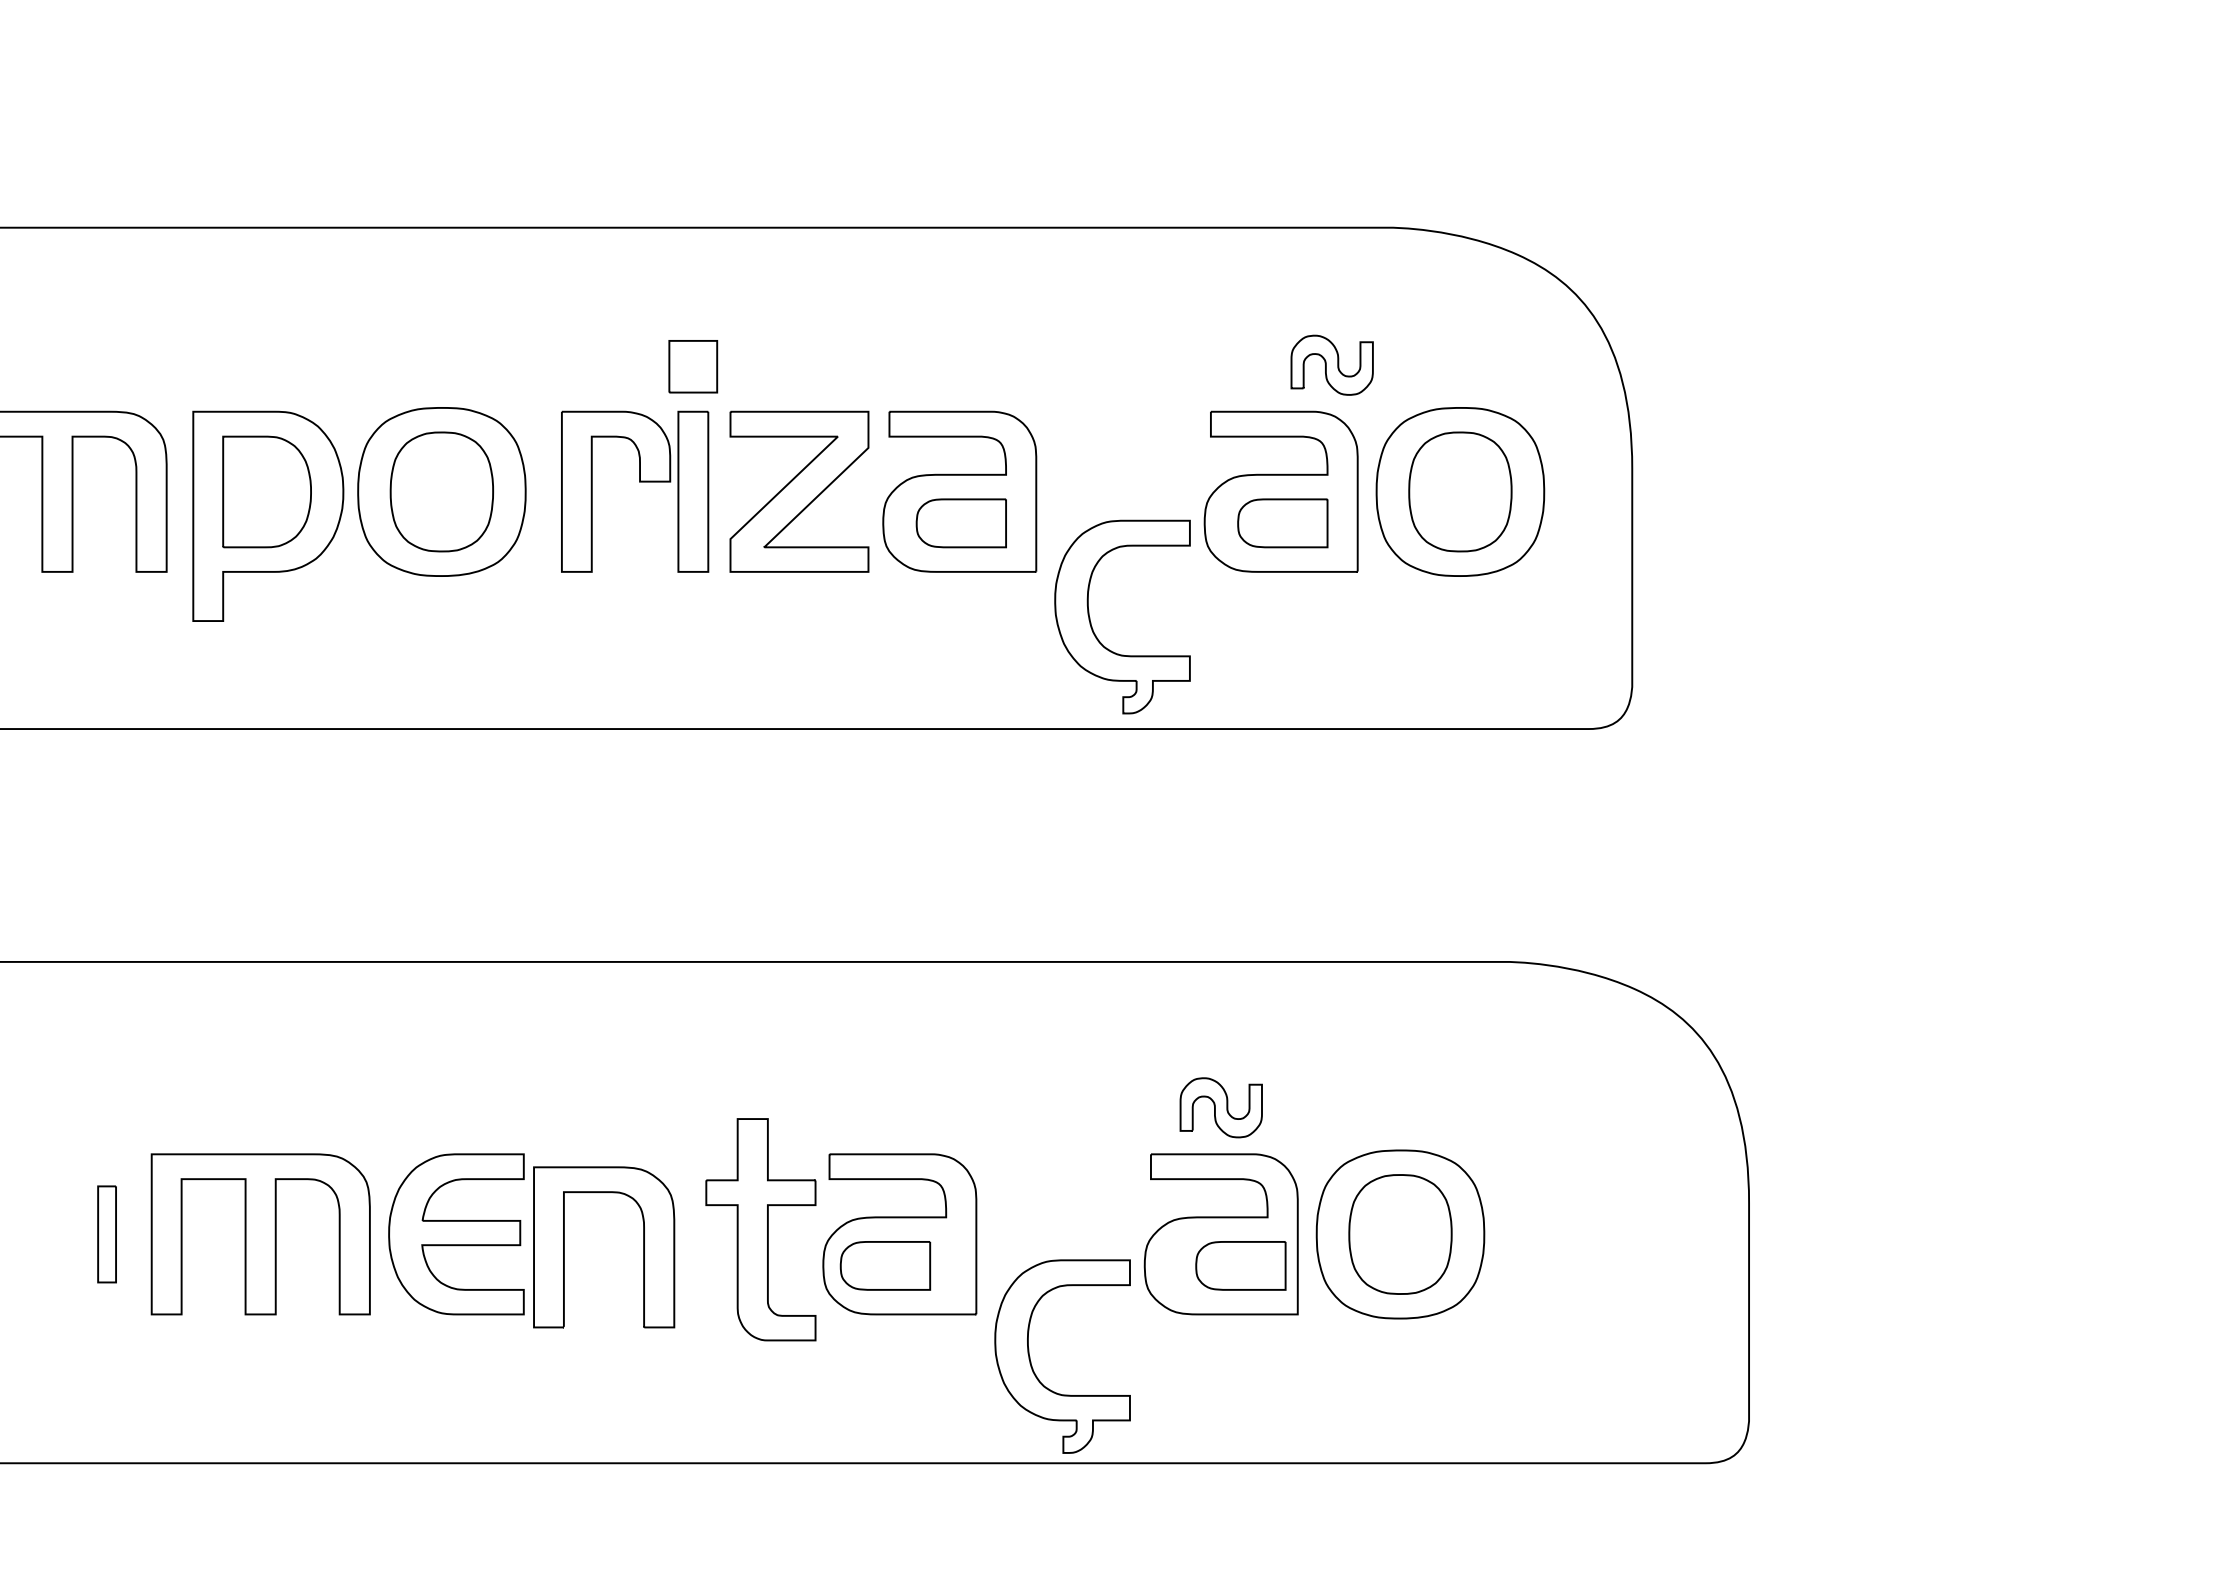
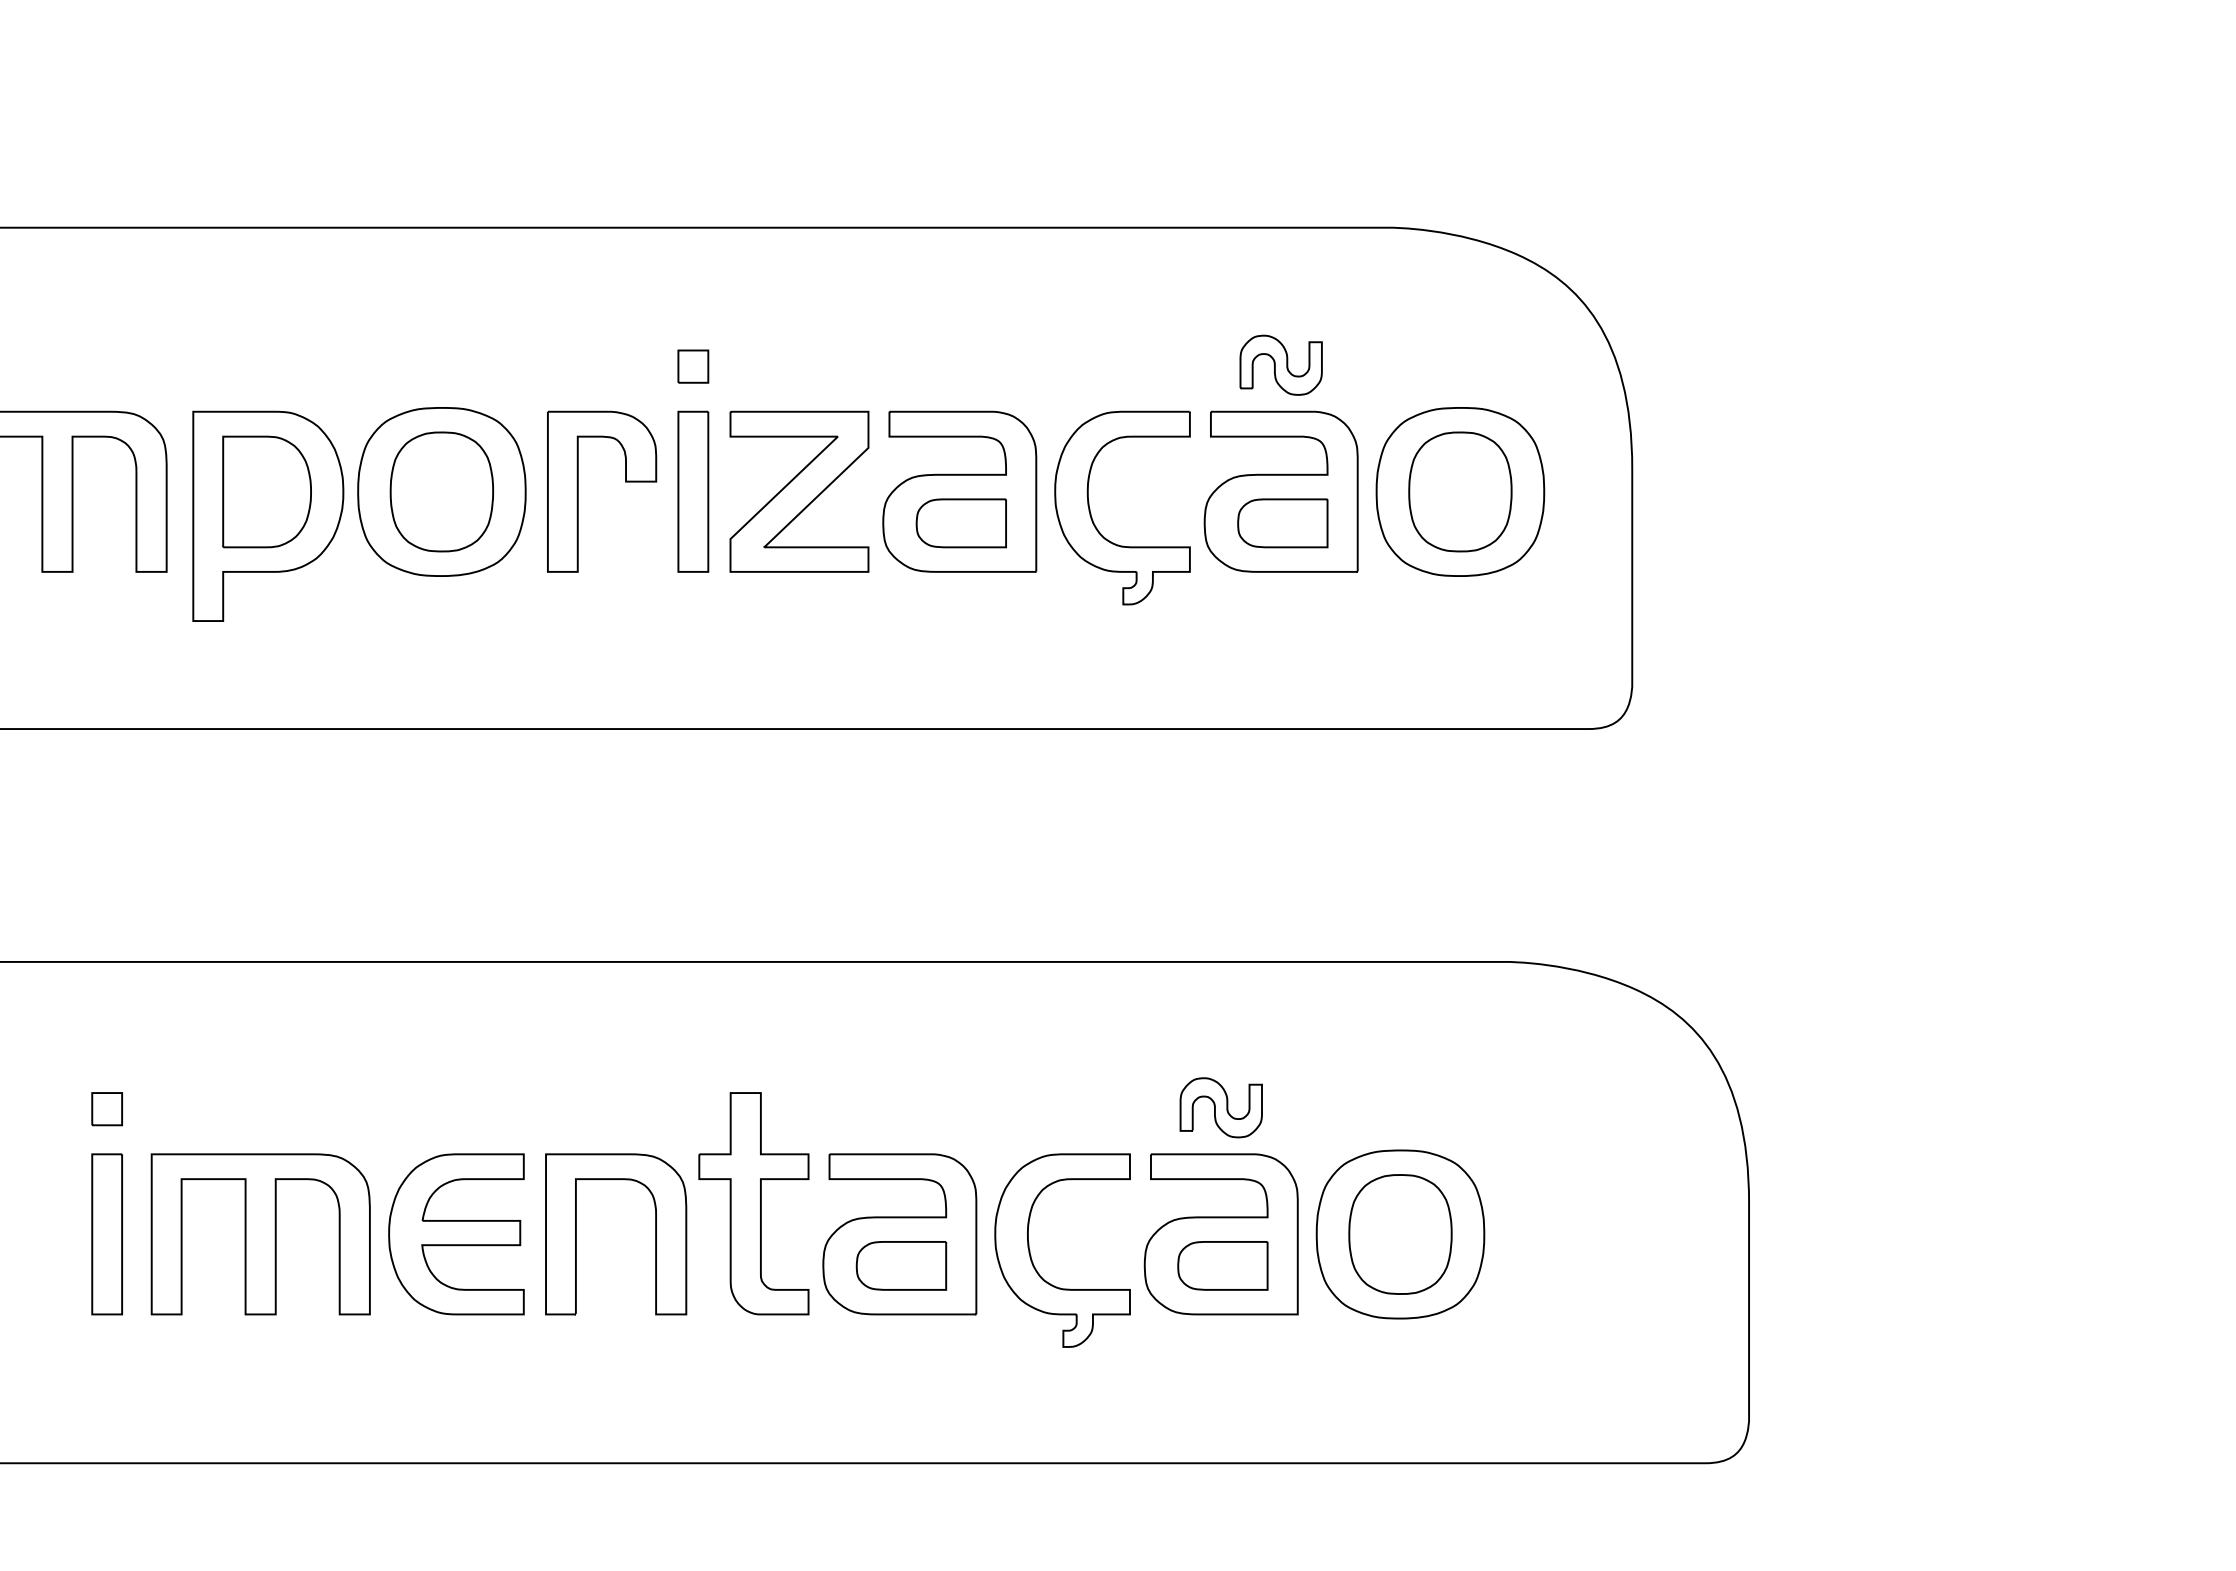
part at (1331, 364) position: (1331, 364) -> (1280, 364)
part at (693, 366) size: 51x54 px -> 33x35 px
part at (592, 491) position: (592, 491) -> (578, 491)
part at (1091, 622) position: (1091, 622) -> (1091, 513)
part at (106, 1109): none -> present
part at (760, 1229) position: (760, 1229) -> (753, 1203)
part at (106, 1234) size: 20x99 px -> 32x163 px
part at (643, 1247) position: (643, 1247) -> (655, 1234)
part at (885, 1265) position: (885, 1265) -> (901, 1265)
part at (1240, 1265) position: (1240, 1265) -> (1222, 1265)
part at (1032, 1365) position: (1032, 1365) -> (1032, 1259)
